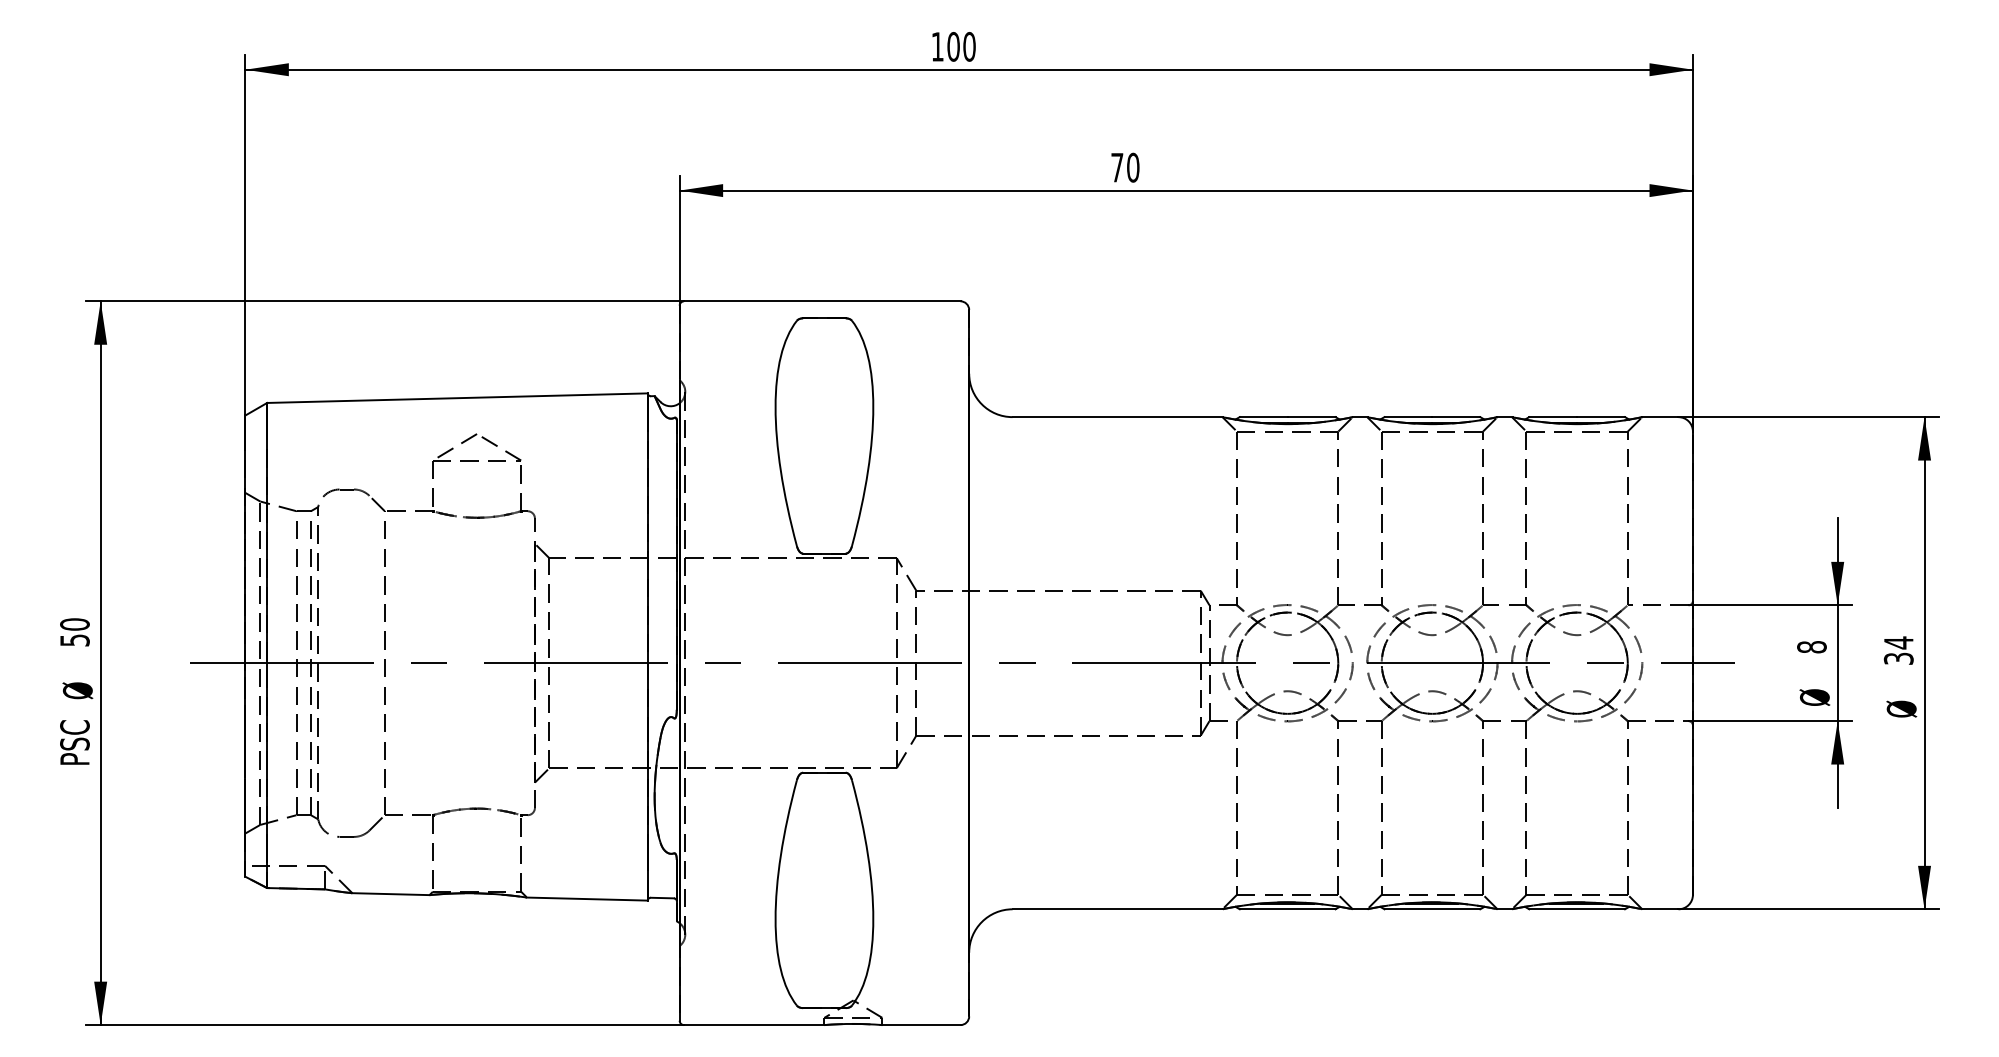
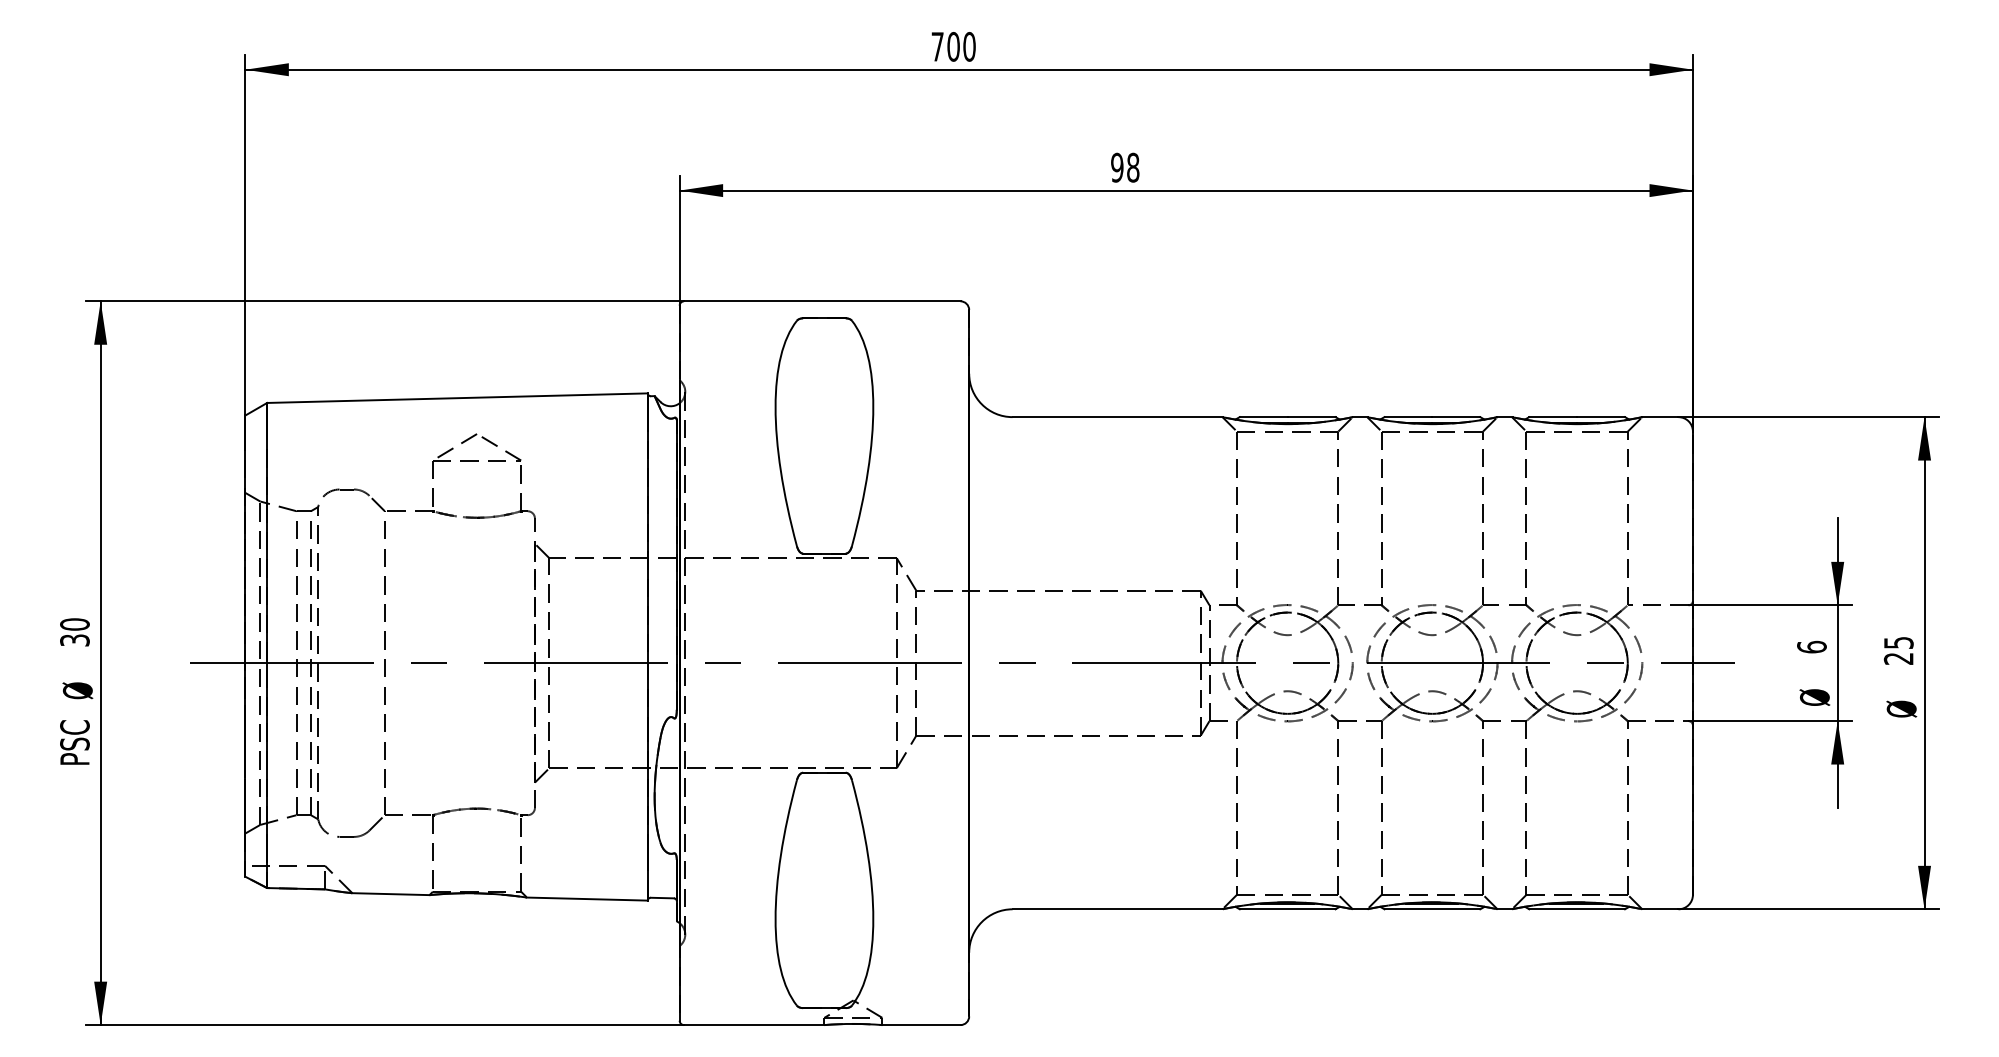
text at (937, 46): 100 -> 700
text at (1125, 167): 70 -> 98
text at (74, 639): 50 -> 30
text at (1811, 646): 8 -> 6
text at (1898, 650): 34 -> 25
